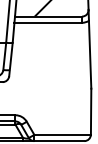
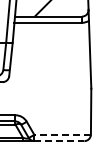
line at (62, 134): solid -> dashed
line at (59, 141): solid -> dashed
